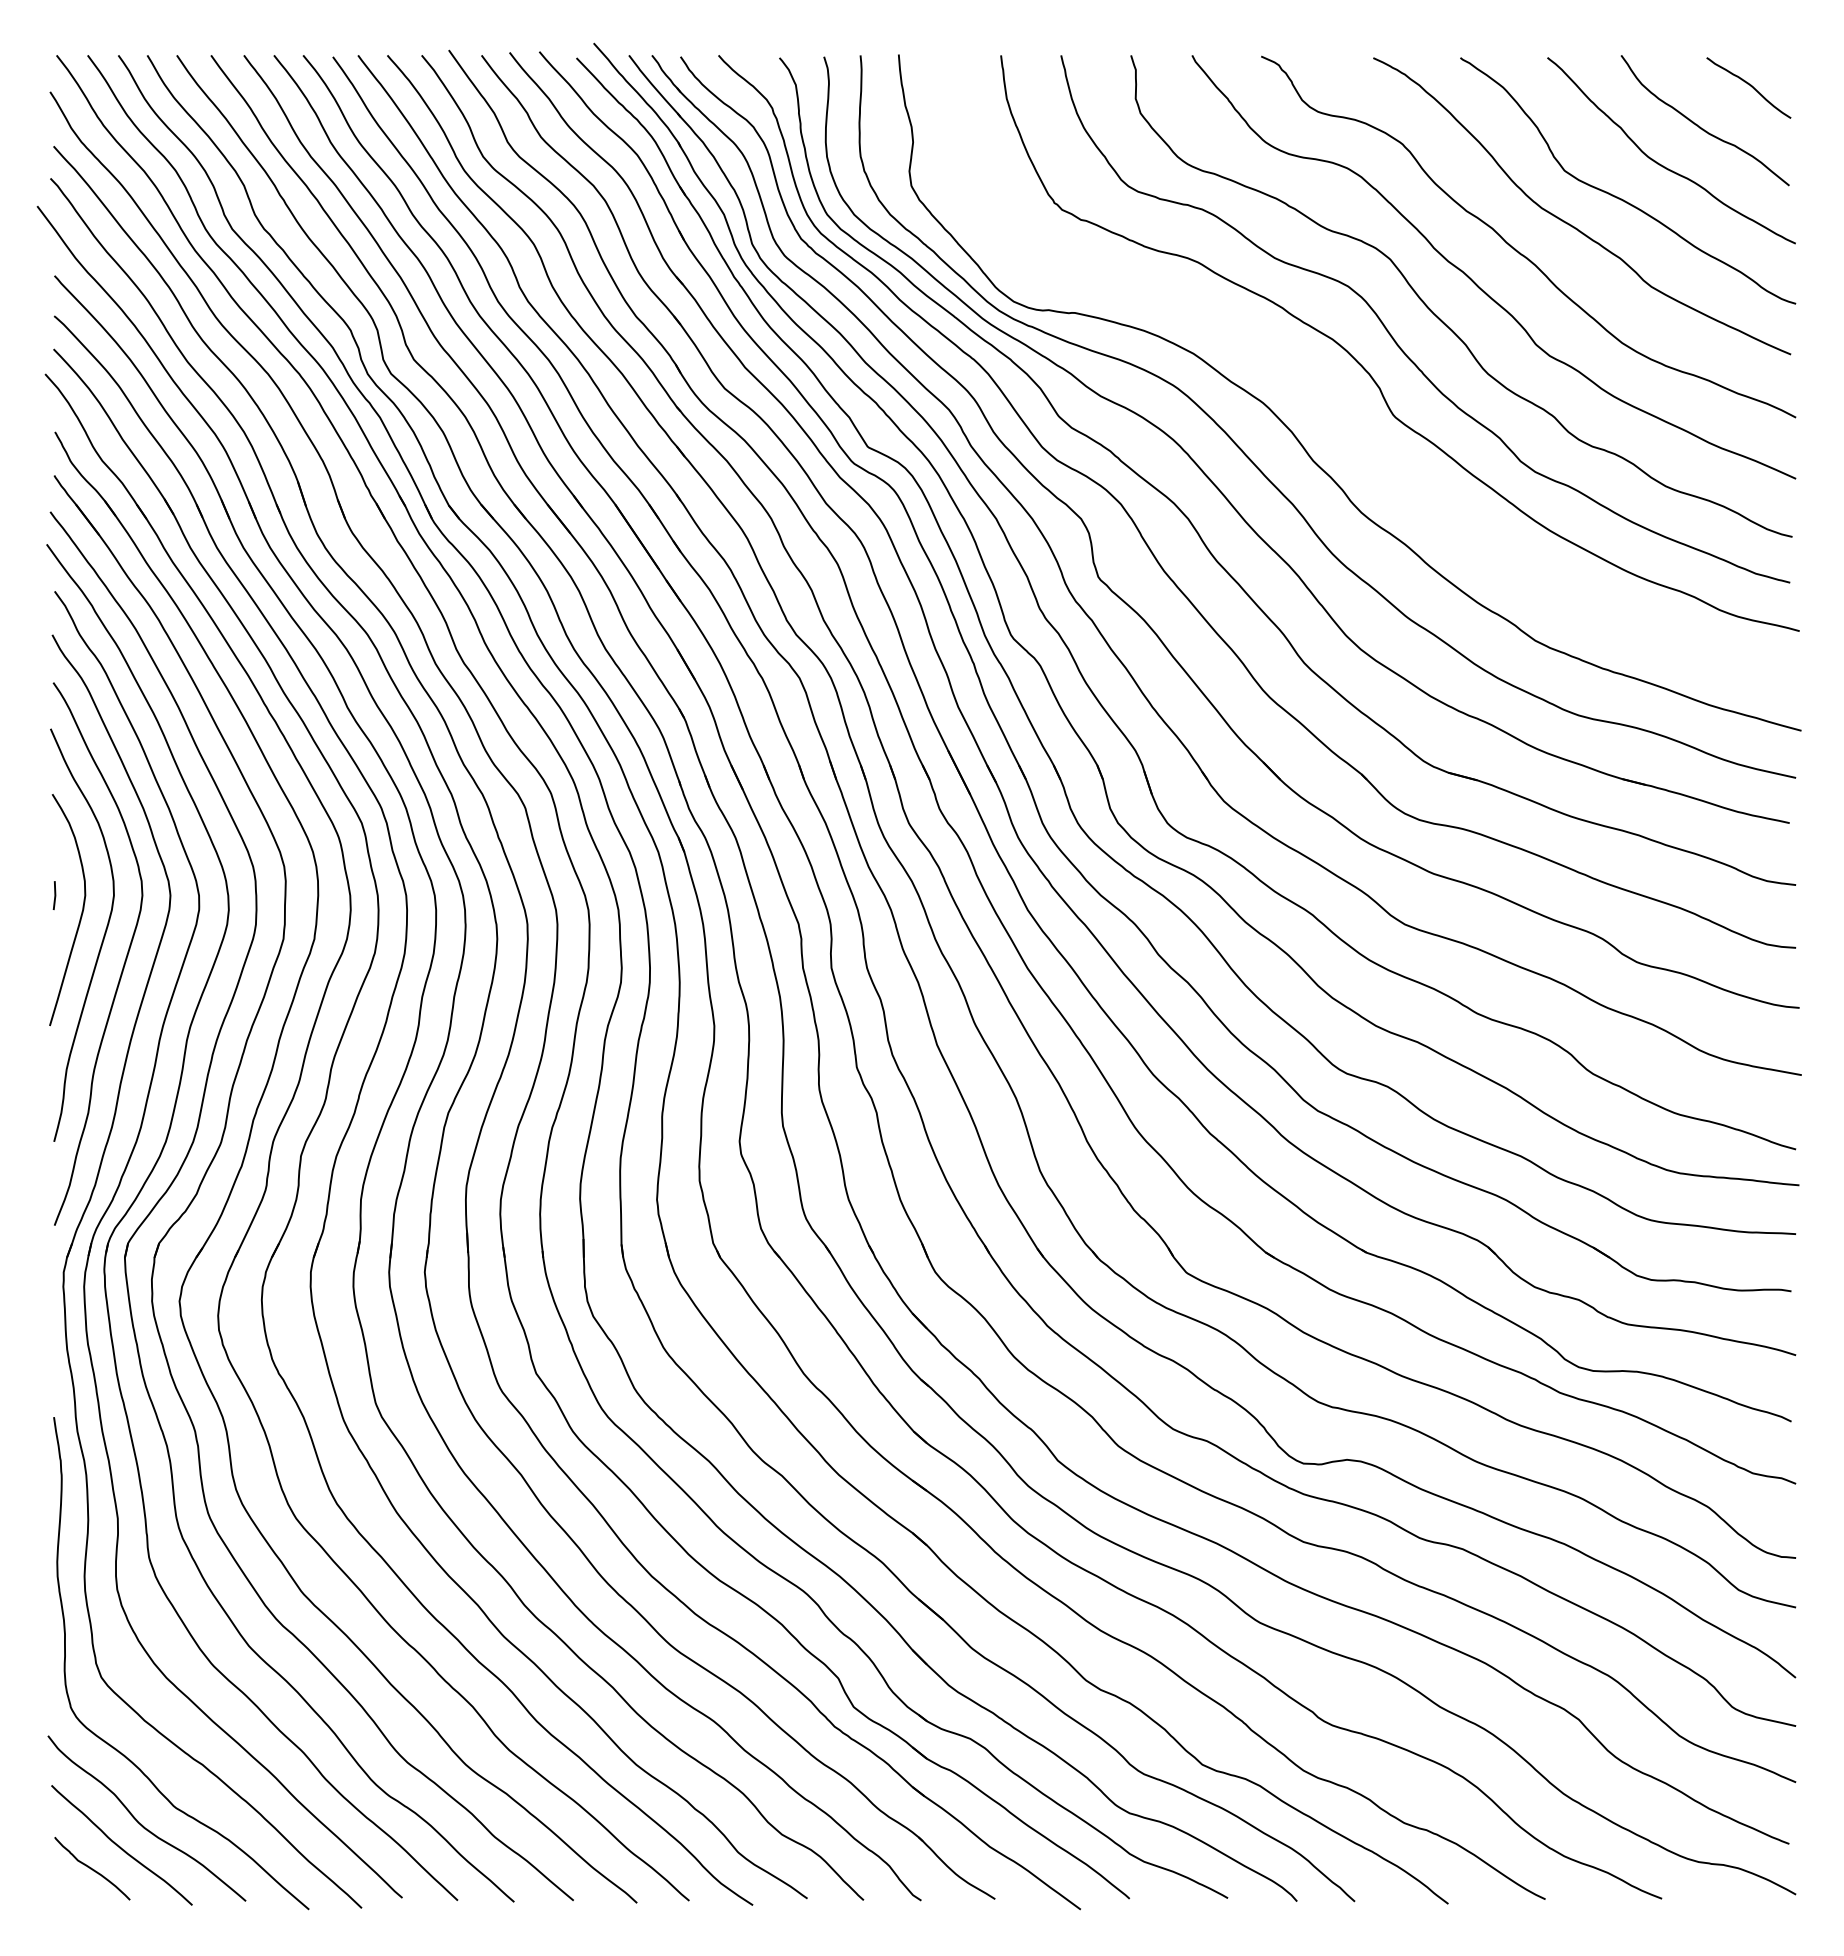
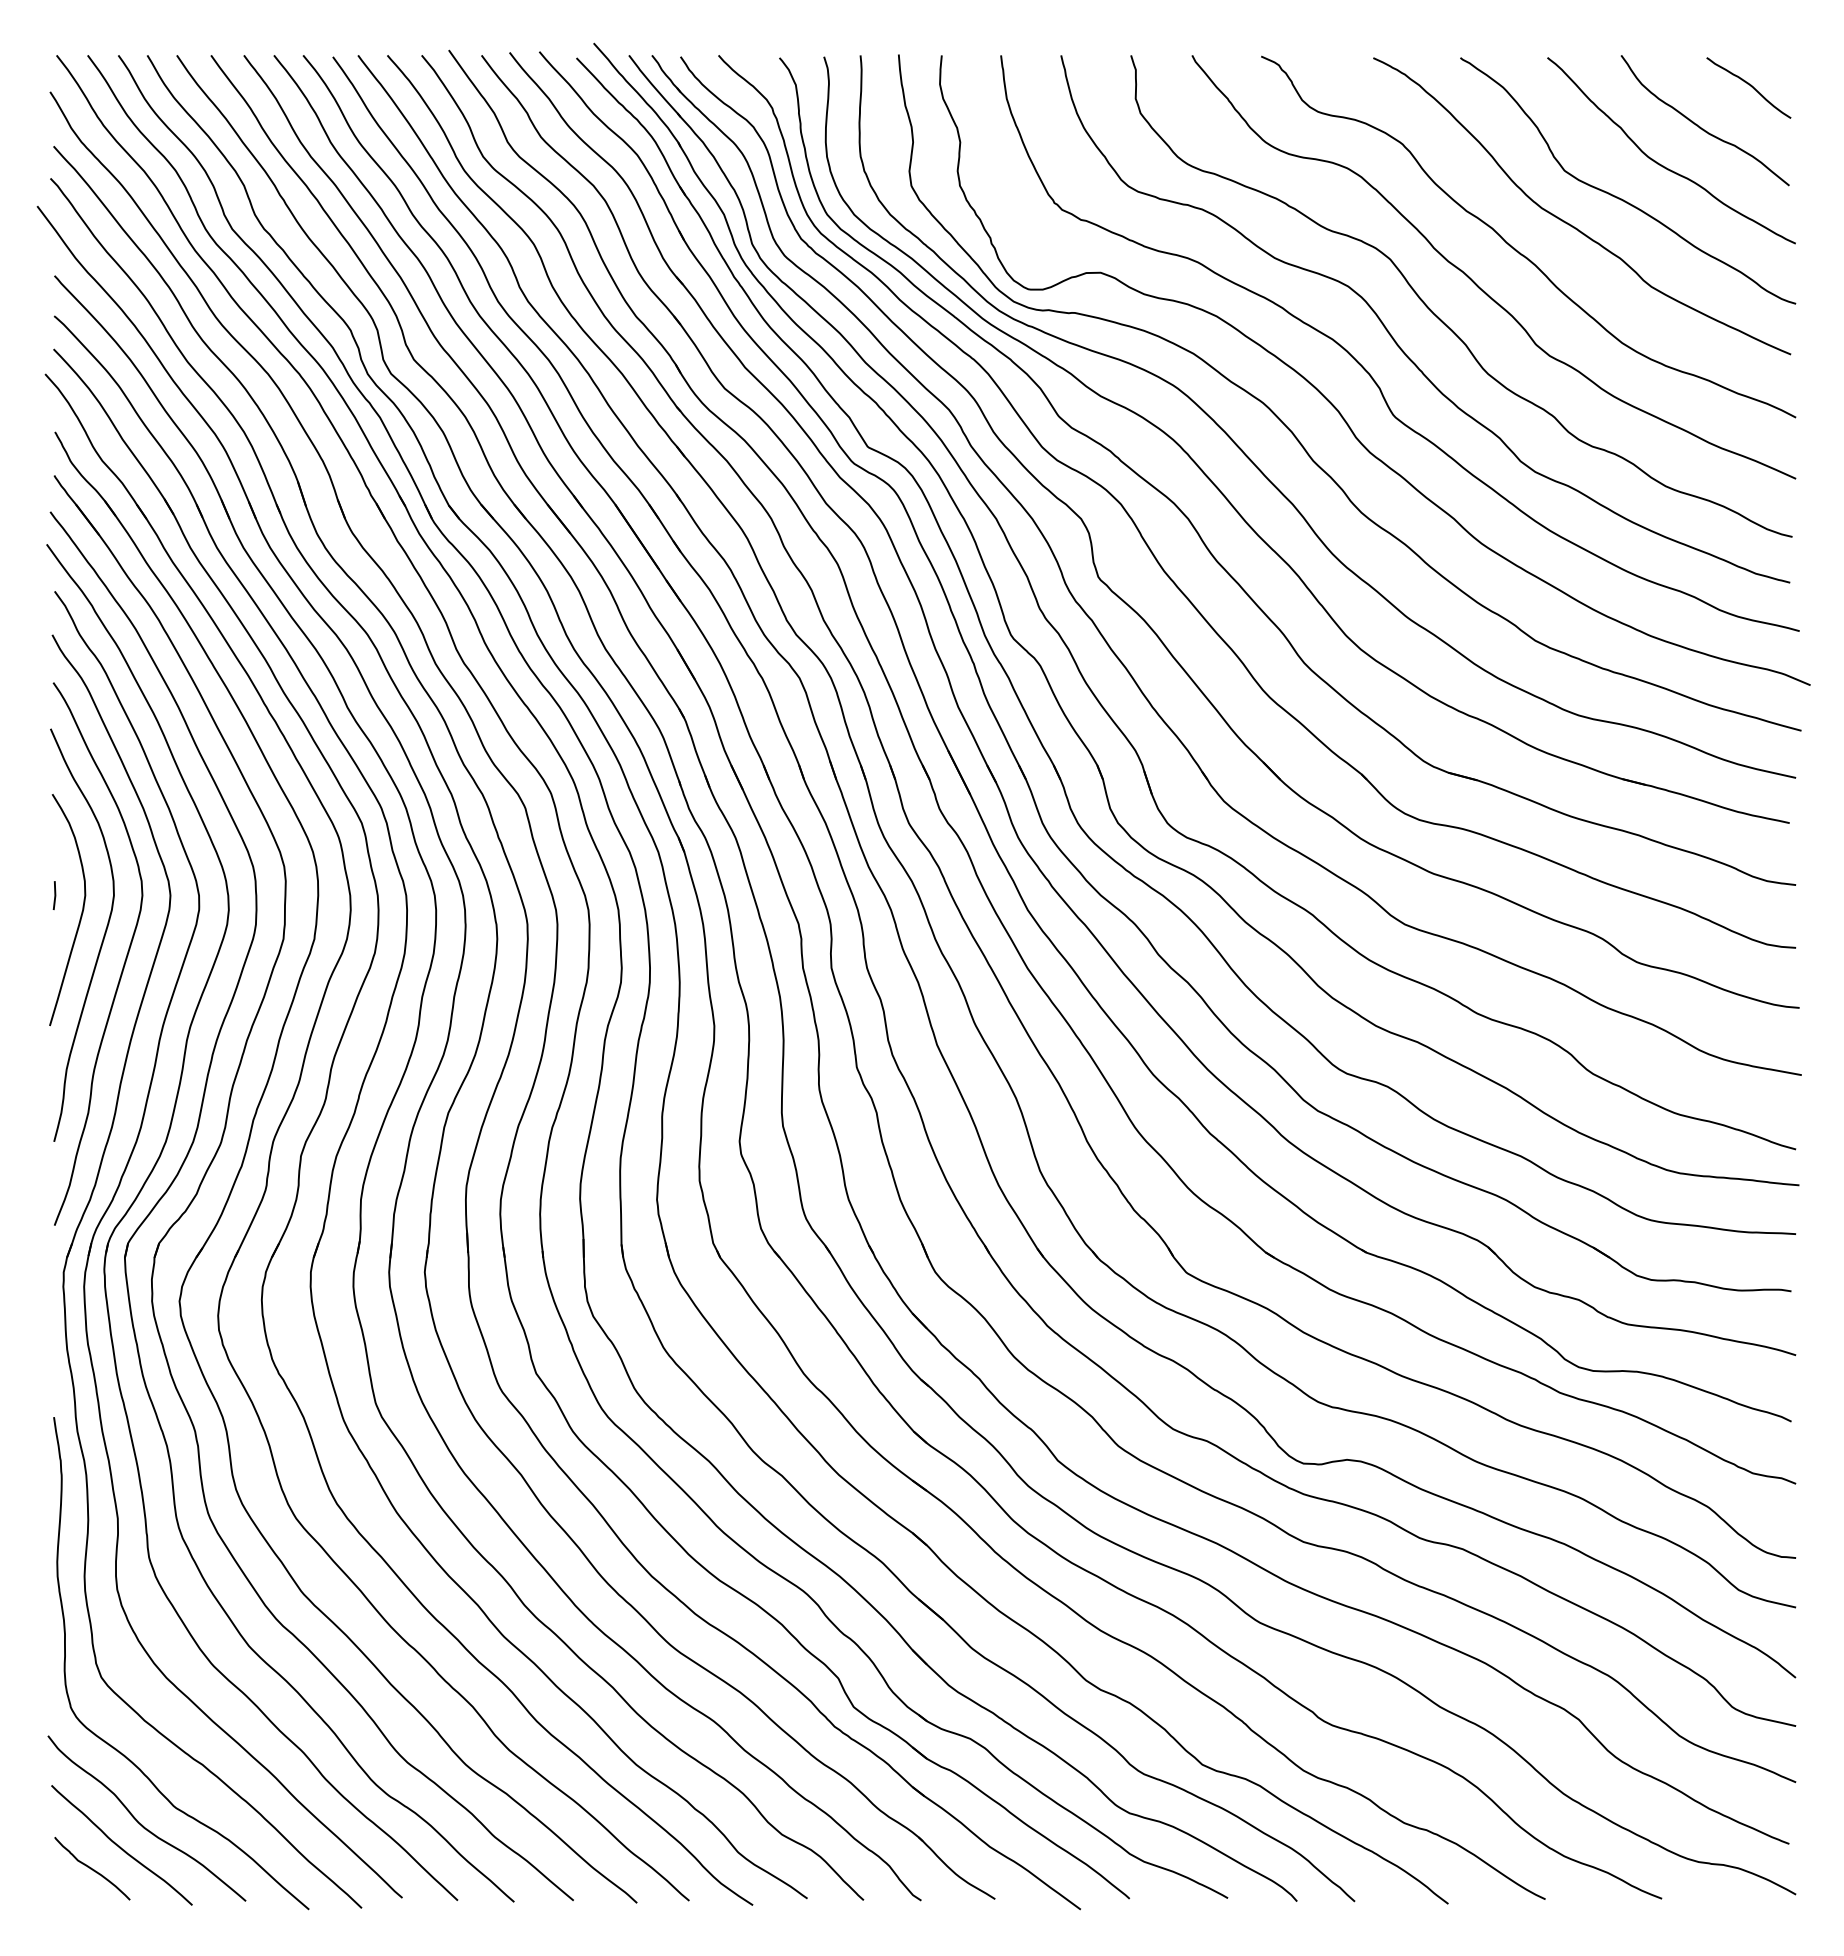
curve at (1336, 407): none -> present
